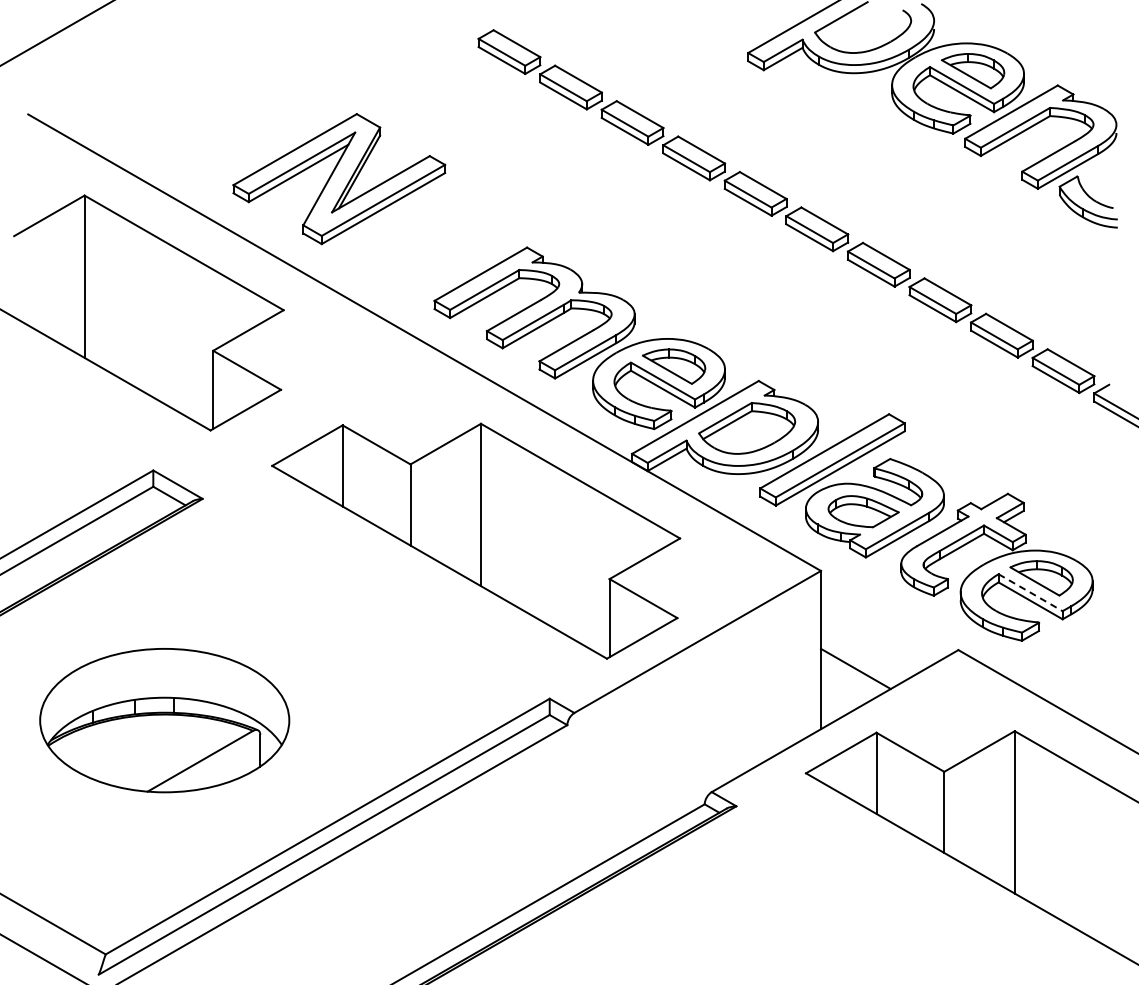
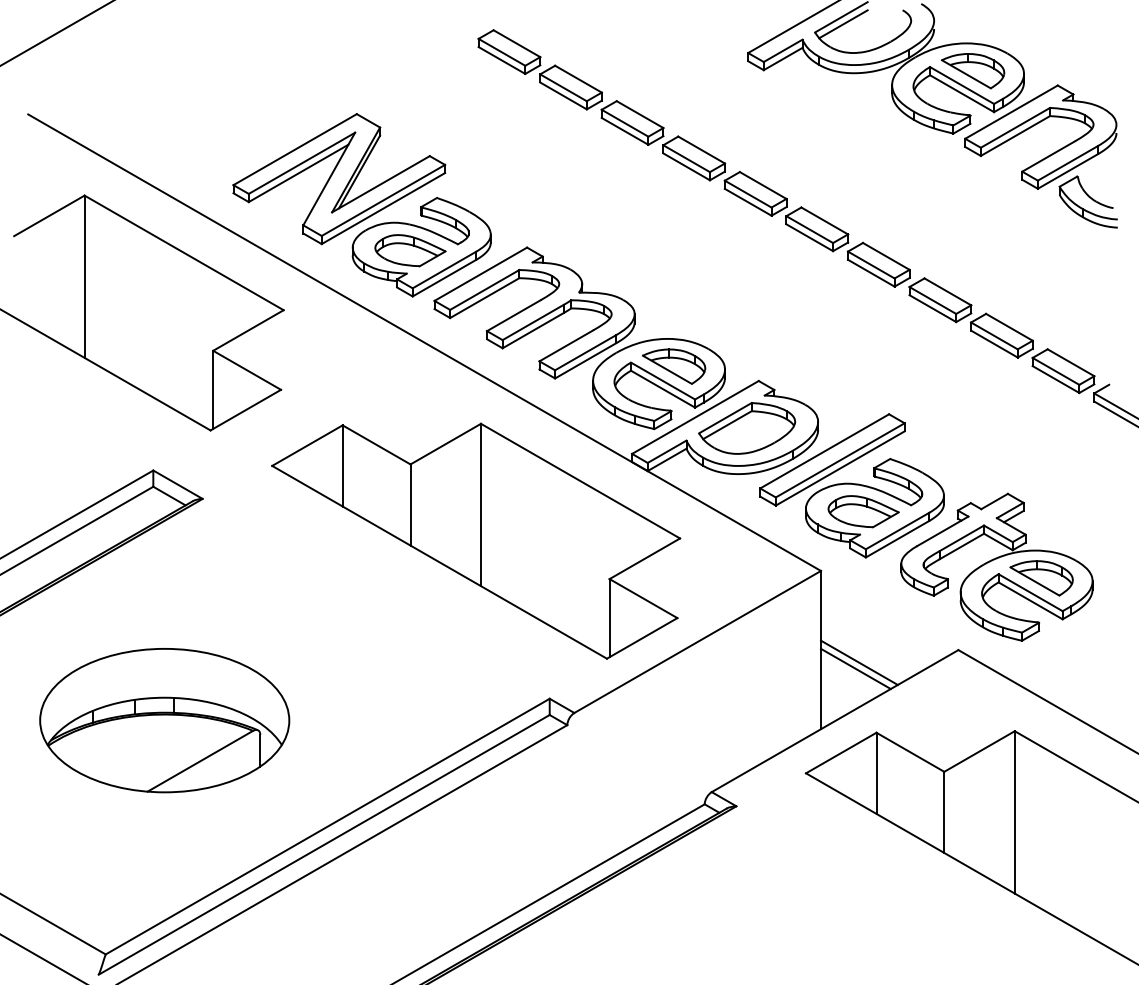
line at (843, 24): none -> present
part at (421, 247): none -> present
line at (1030, 592): dashed -> solid
line at (858, 662): none -> present
